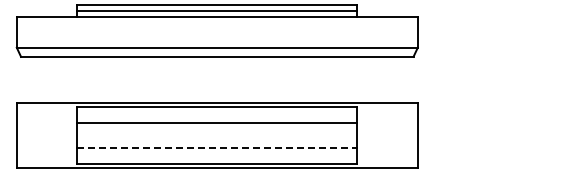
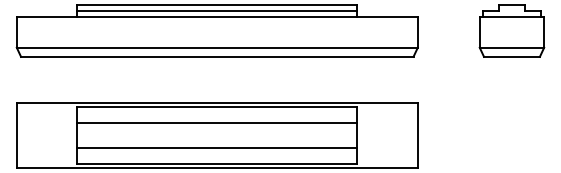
part at (511, 30): none -> present
line at (217, 148): dashed -> solid
